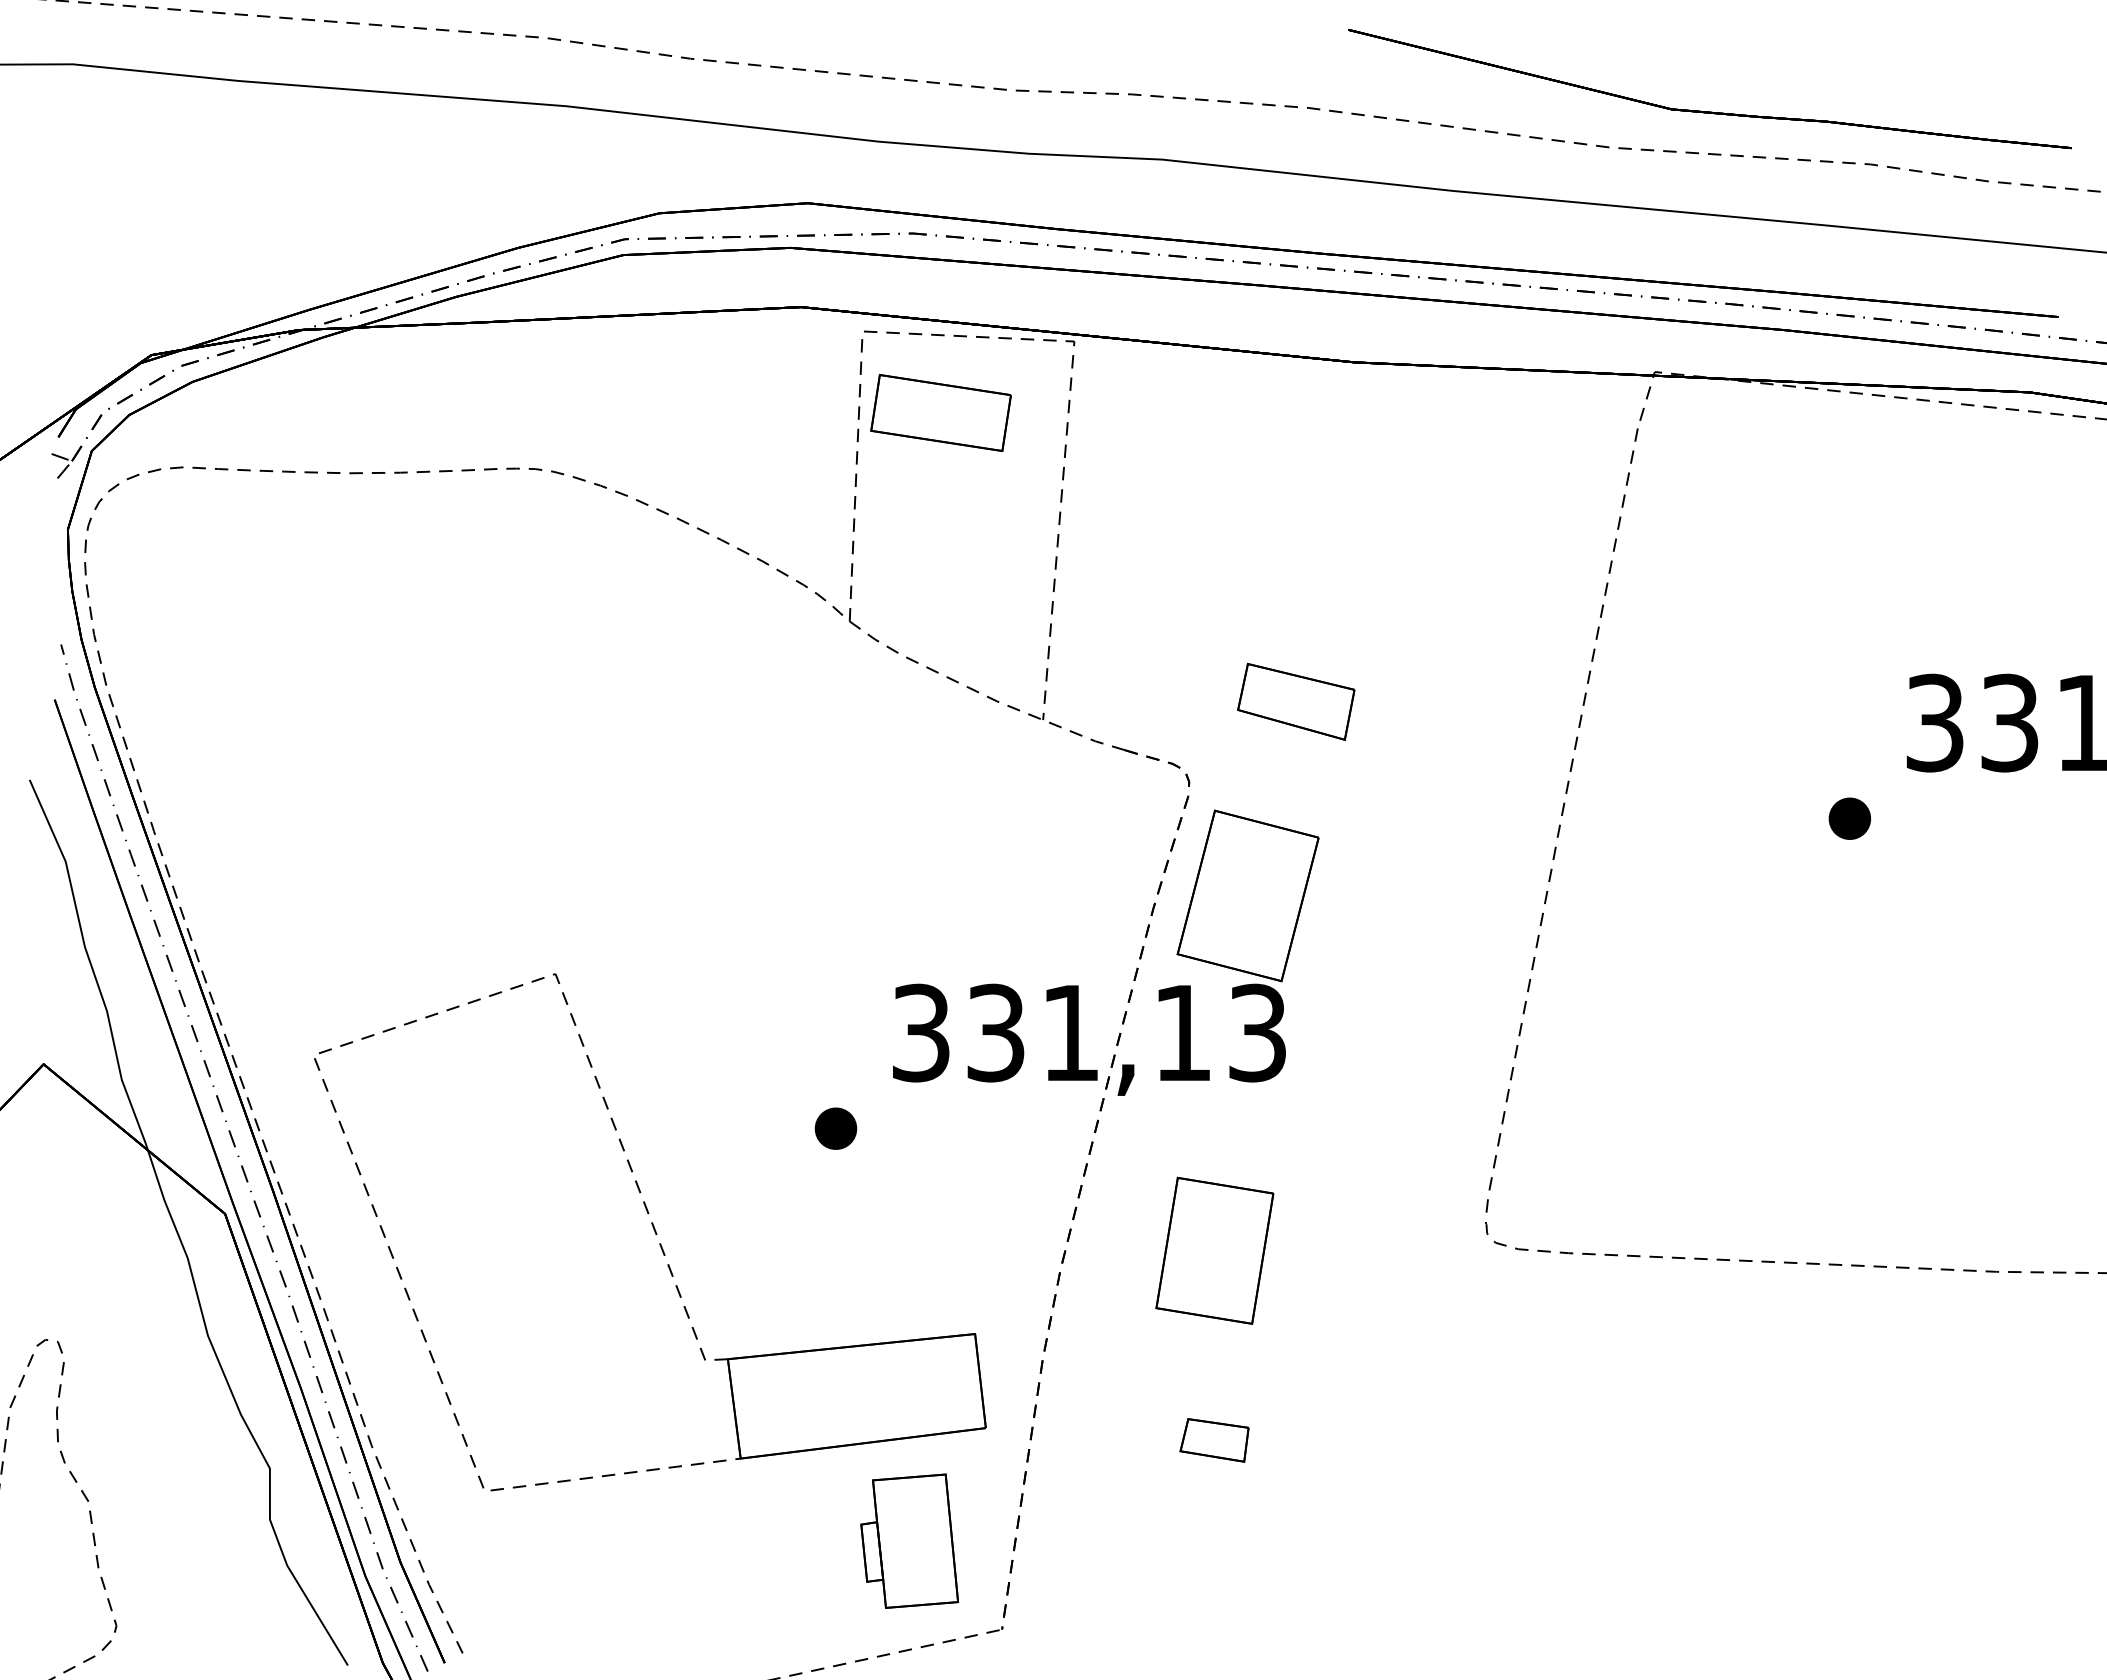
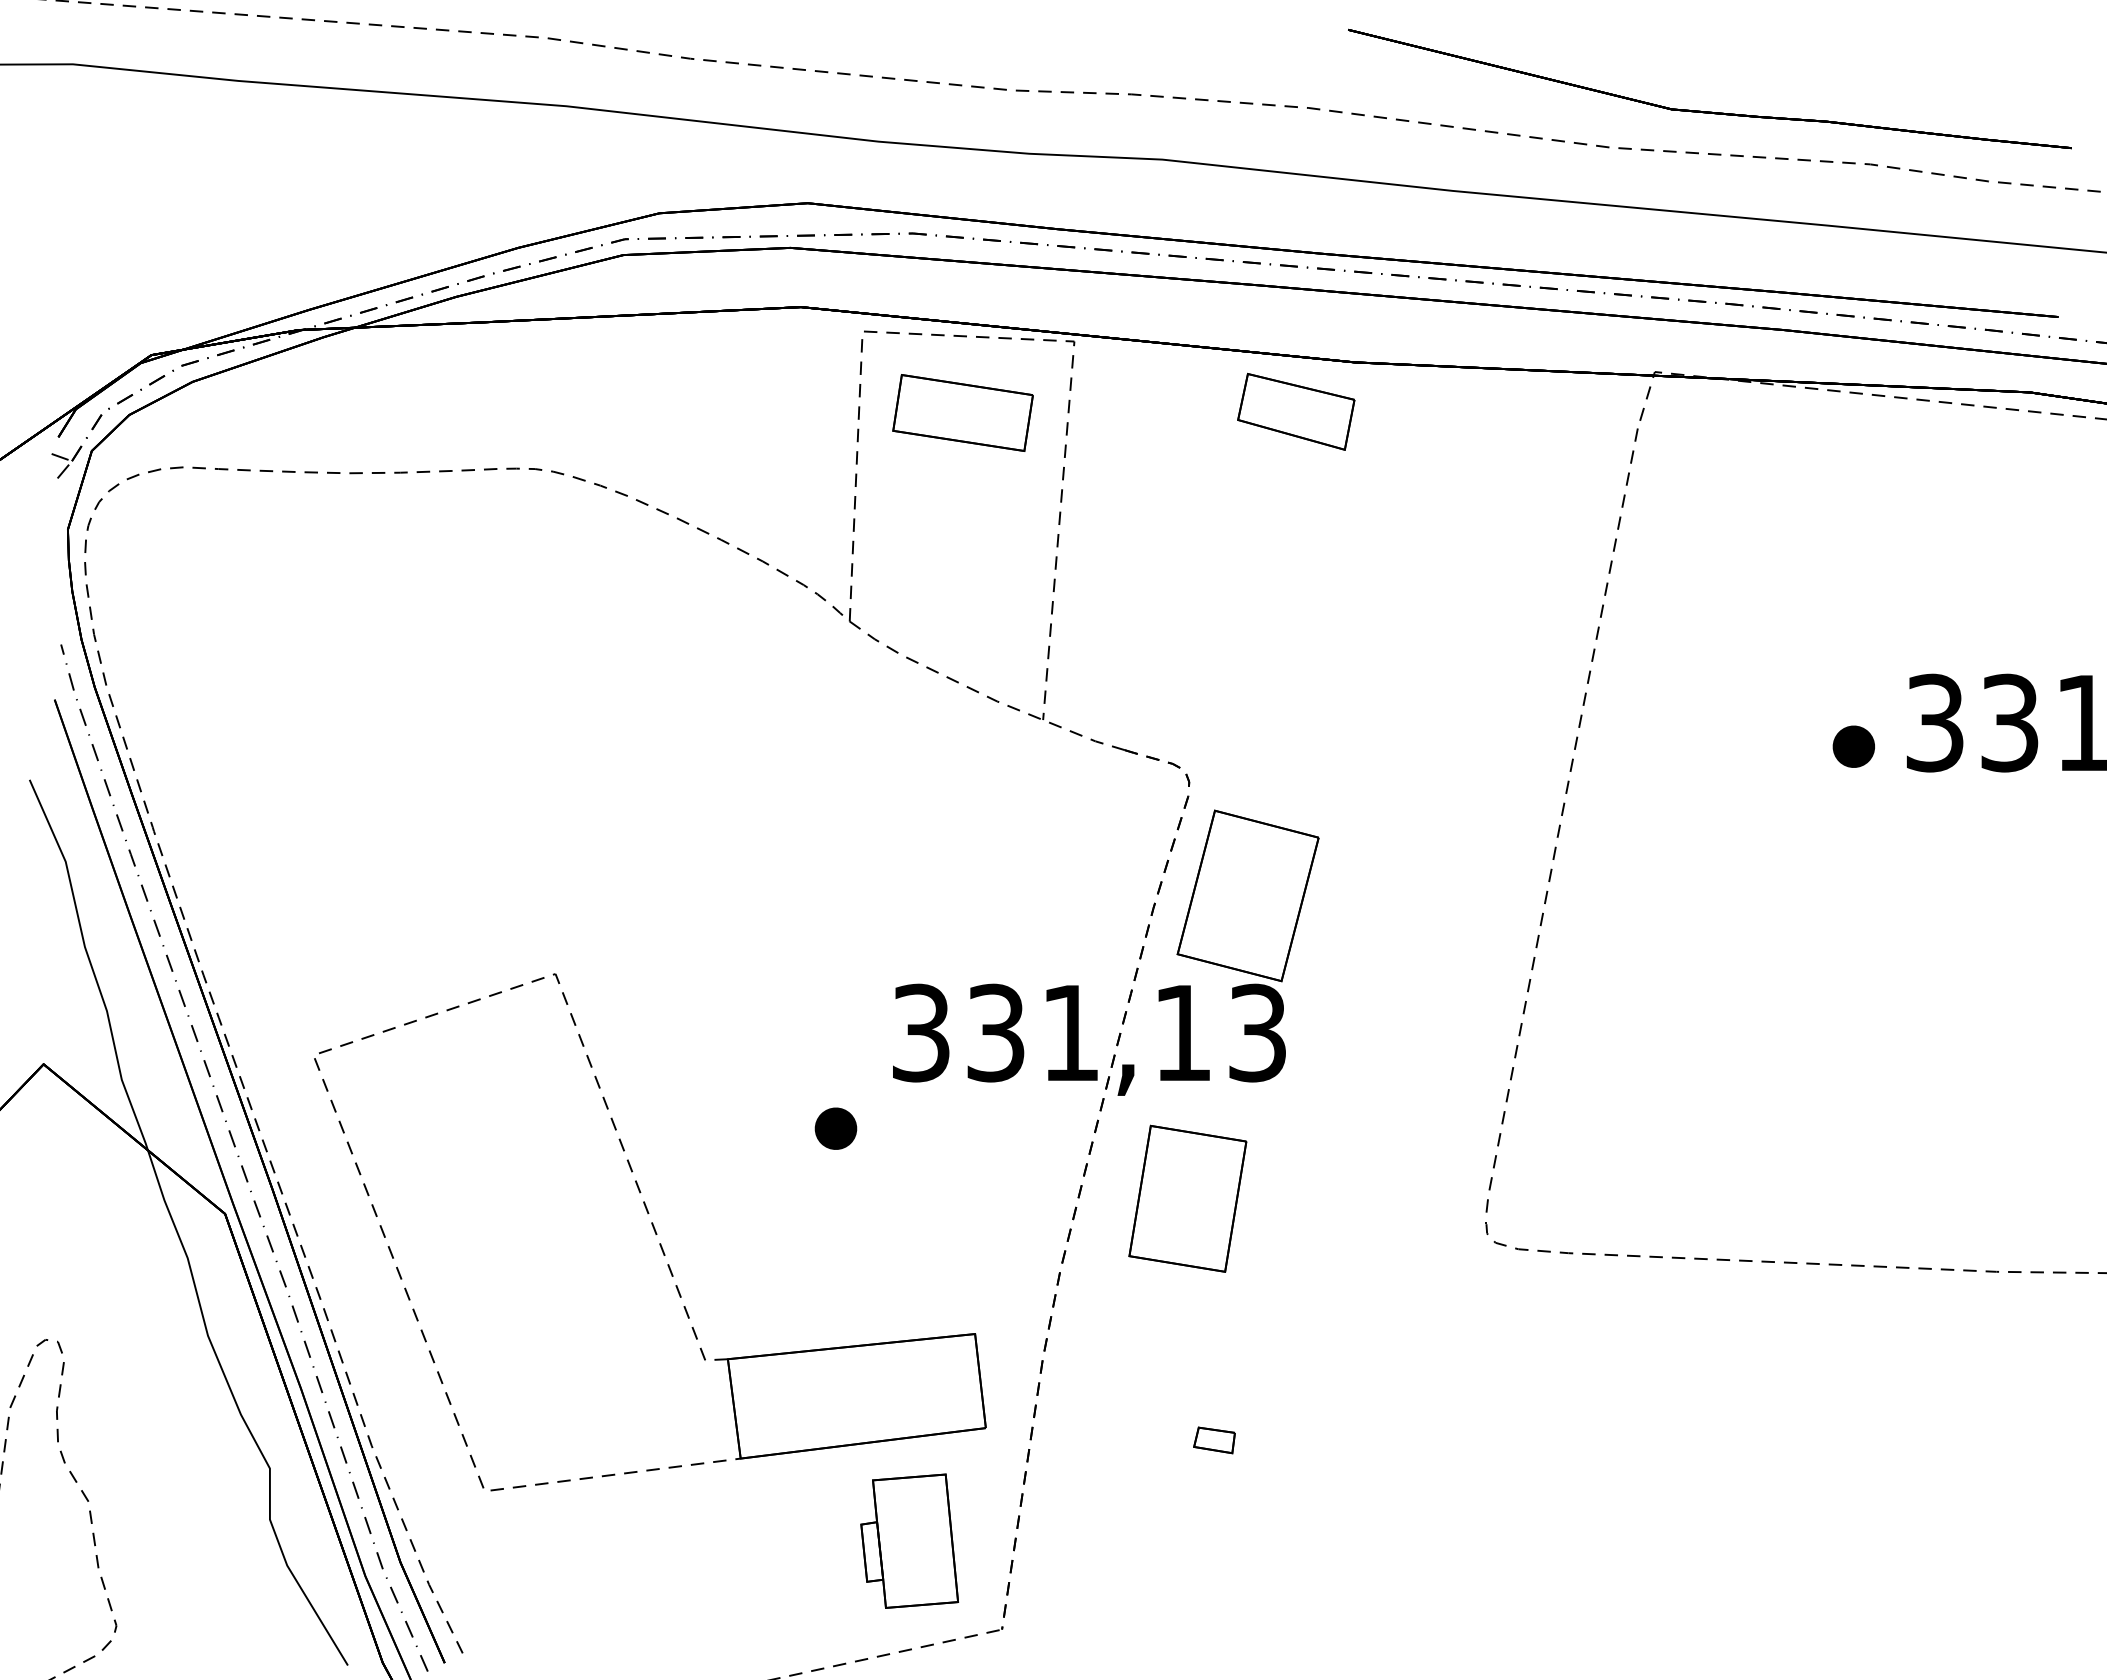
part at (940, 412) position: (940, 412) -> (962, 412)
part at (1296, 701) position: (1296, 701) -> (1296, 411)
part at (1849, 818) position: (1849, 818) -> (1853, 746)
part at (1214, 1250) position: (1214, 1250) -> (1187, 1198)
part at (1214, 1440) size: 71x45 px -> 43x29 px
